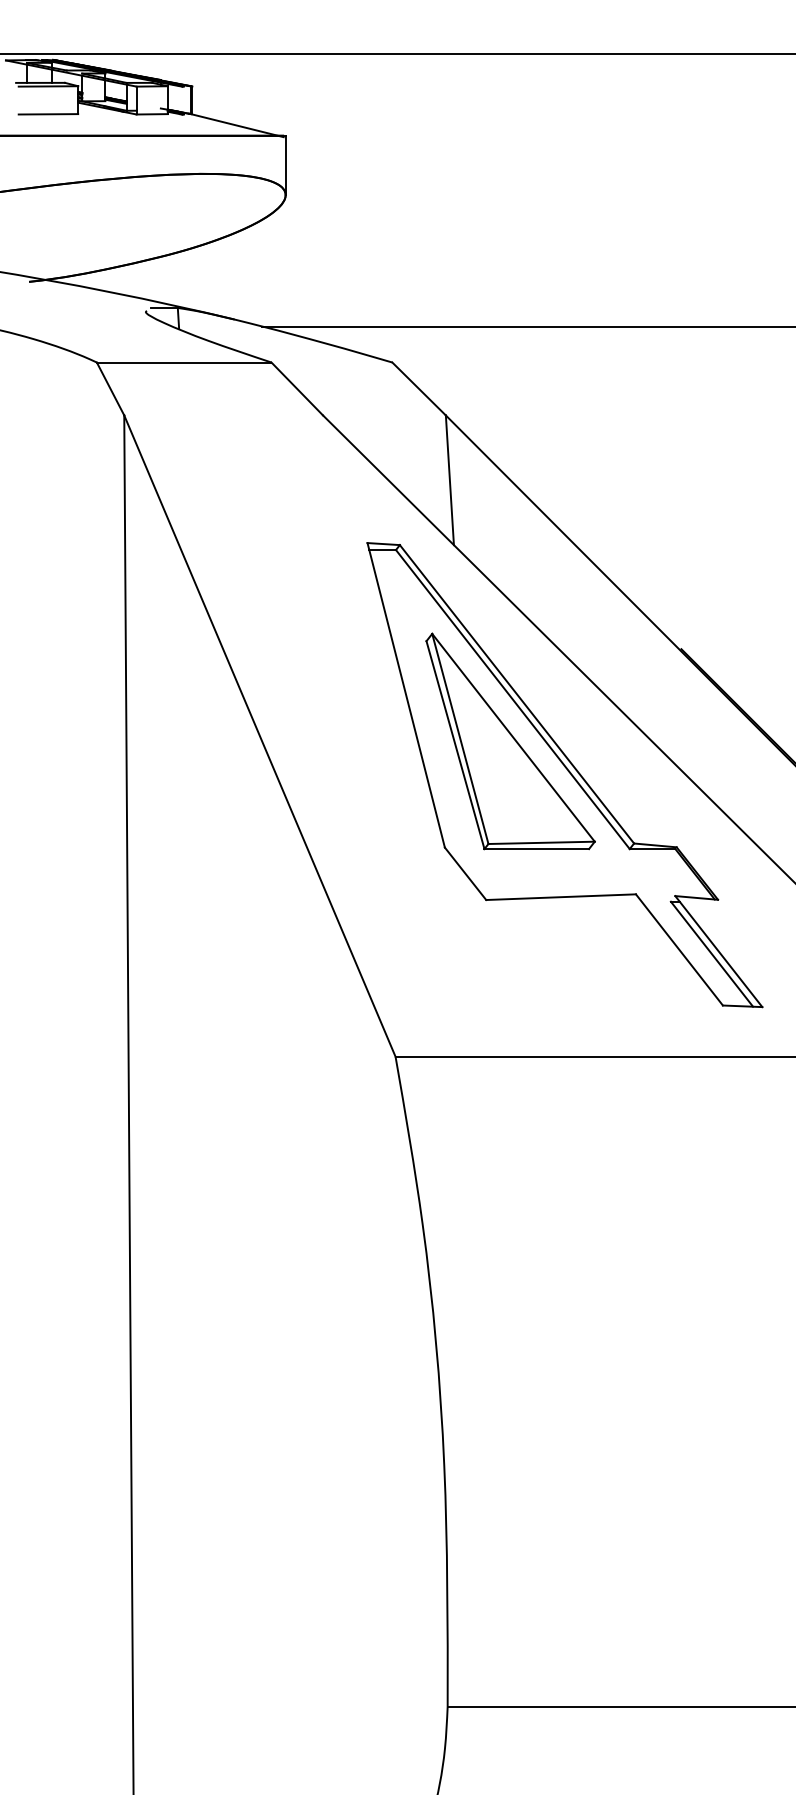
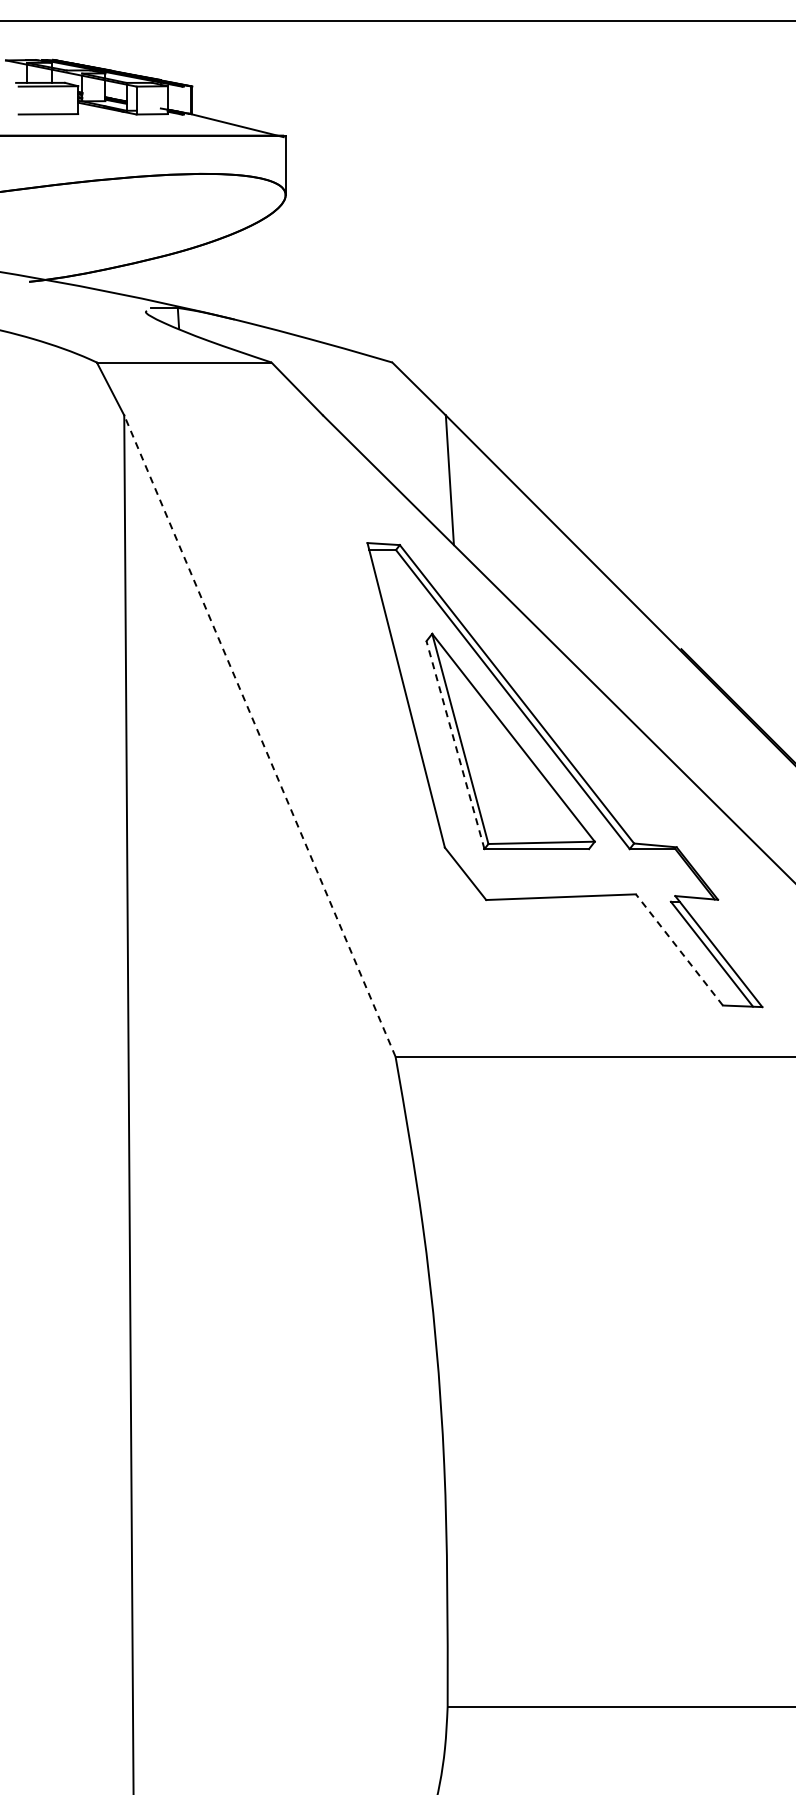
line at (397, 53) position: (397, 53) -> (397, 20)
line at (526, 326): present -> none
line at (259, 735): solid -> dashed
line at (455, 745): solid -> dashed
line at (679, 949): solid -> dashed
